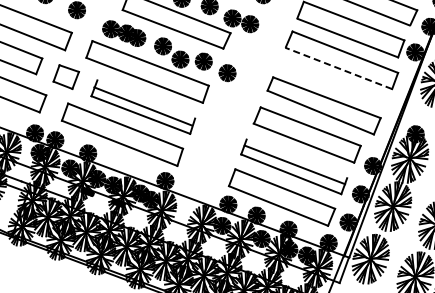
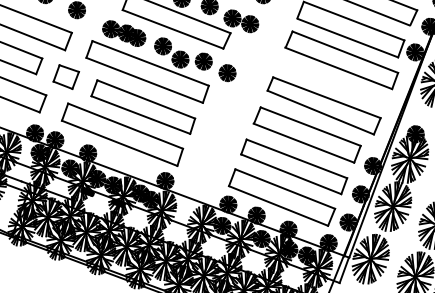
line at (338, 68): dashed -> solid
line at (143, 106) position: (143, 106) -> (146, 99)
line at (294, 164) position: (294, 164) -> (296, 158)
